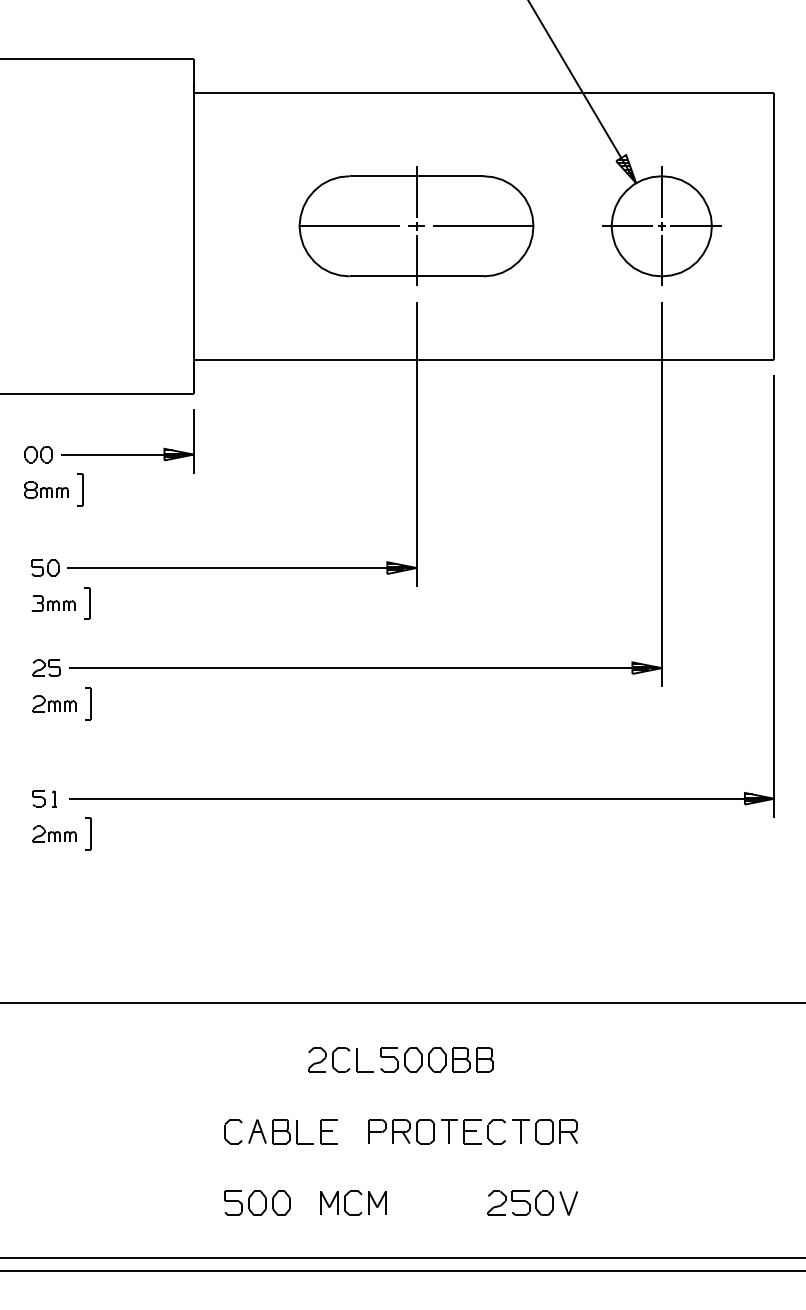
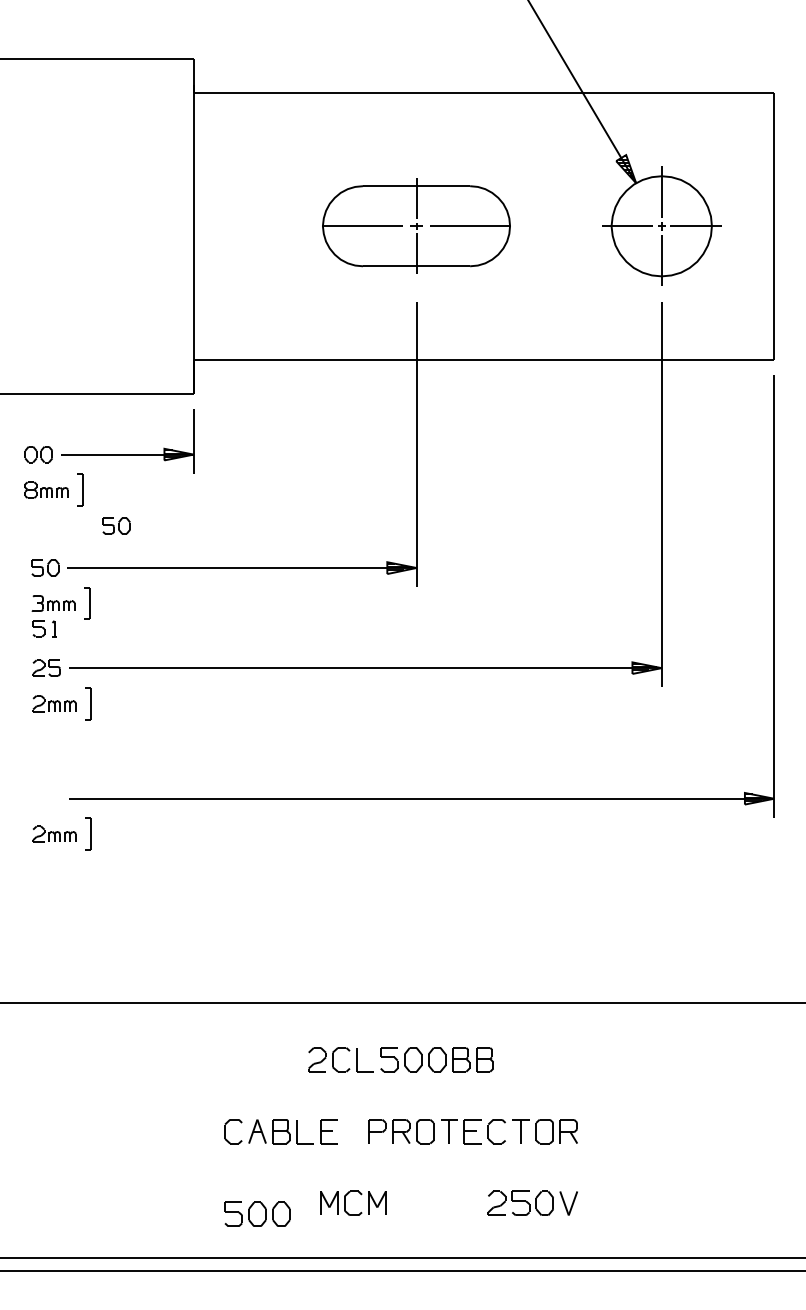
part at (416, 225) size: 237x120 px -> 189x96 px
part at (116, 525): none -> present
part at (44, 798) position: (44, 798) -> (44, 628)
part at (257, 1202) position: (257, 1202) -> (257, 1213)
